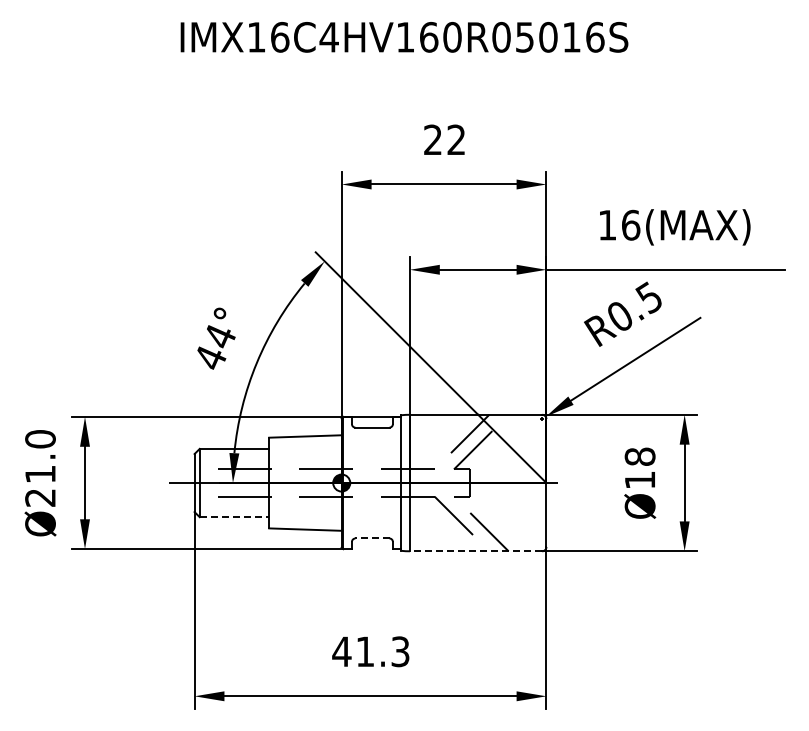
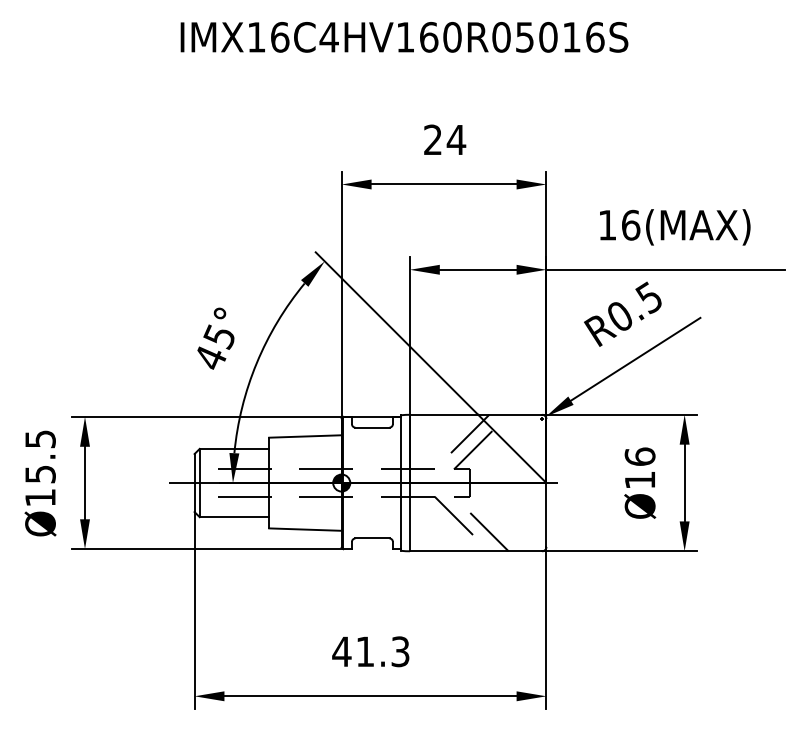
text at (456, 139): 22 -> 24
text at (219, 336): 44° -> 45°
text at (639, 456): Ø18 -> Ø16
text at (40, 468): Ø21.0 -> Ø15.5
line at (234, 517): dashed -> solid
line at (371, 538): dashed -> solid
line at (475, 551): dashed -> solid
